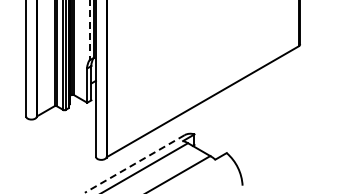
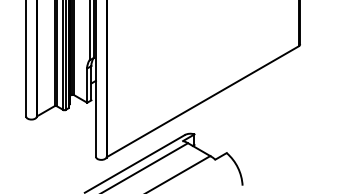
line at (89, 30): dashed -> solid
line at (134, 163): dashed -> solid
